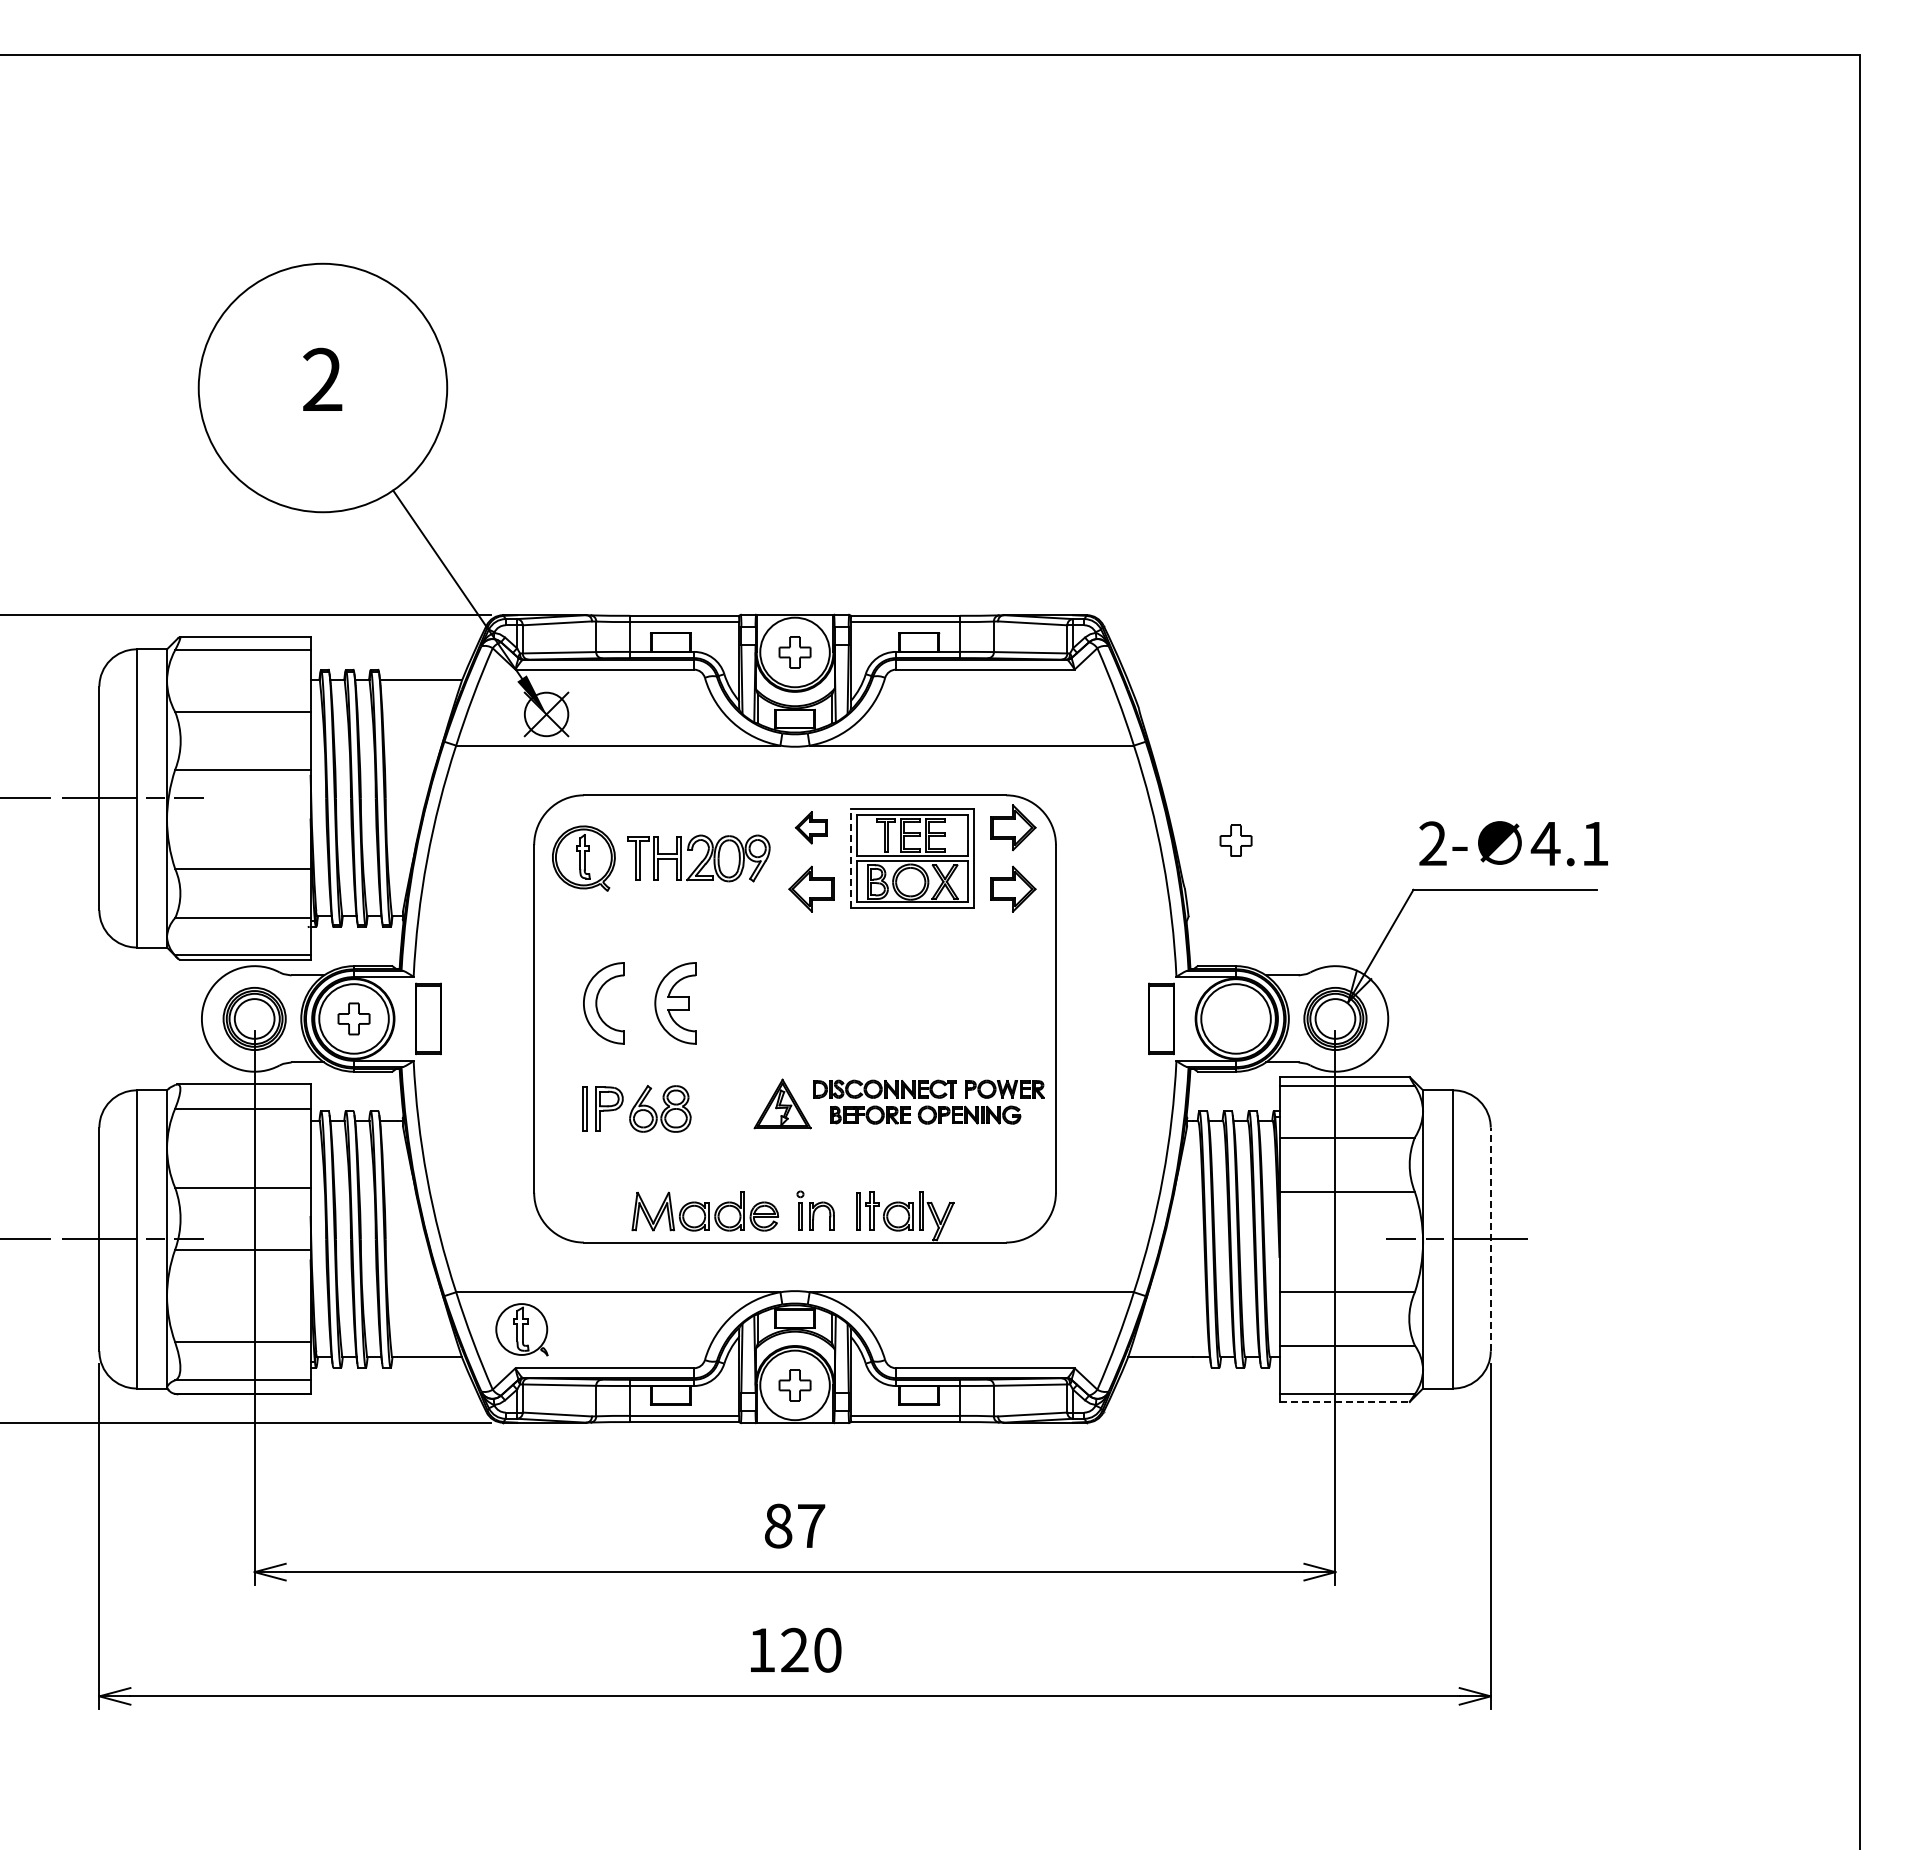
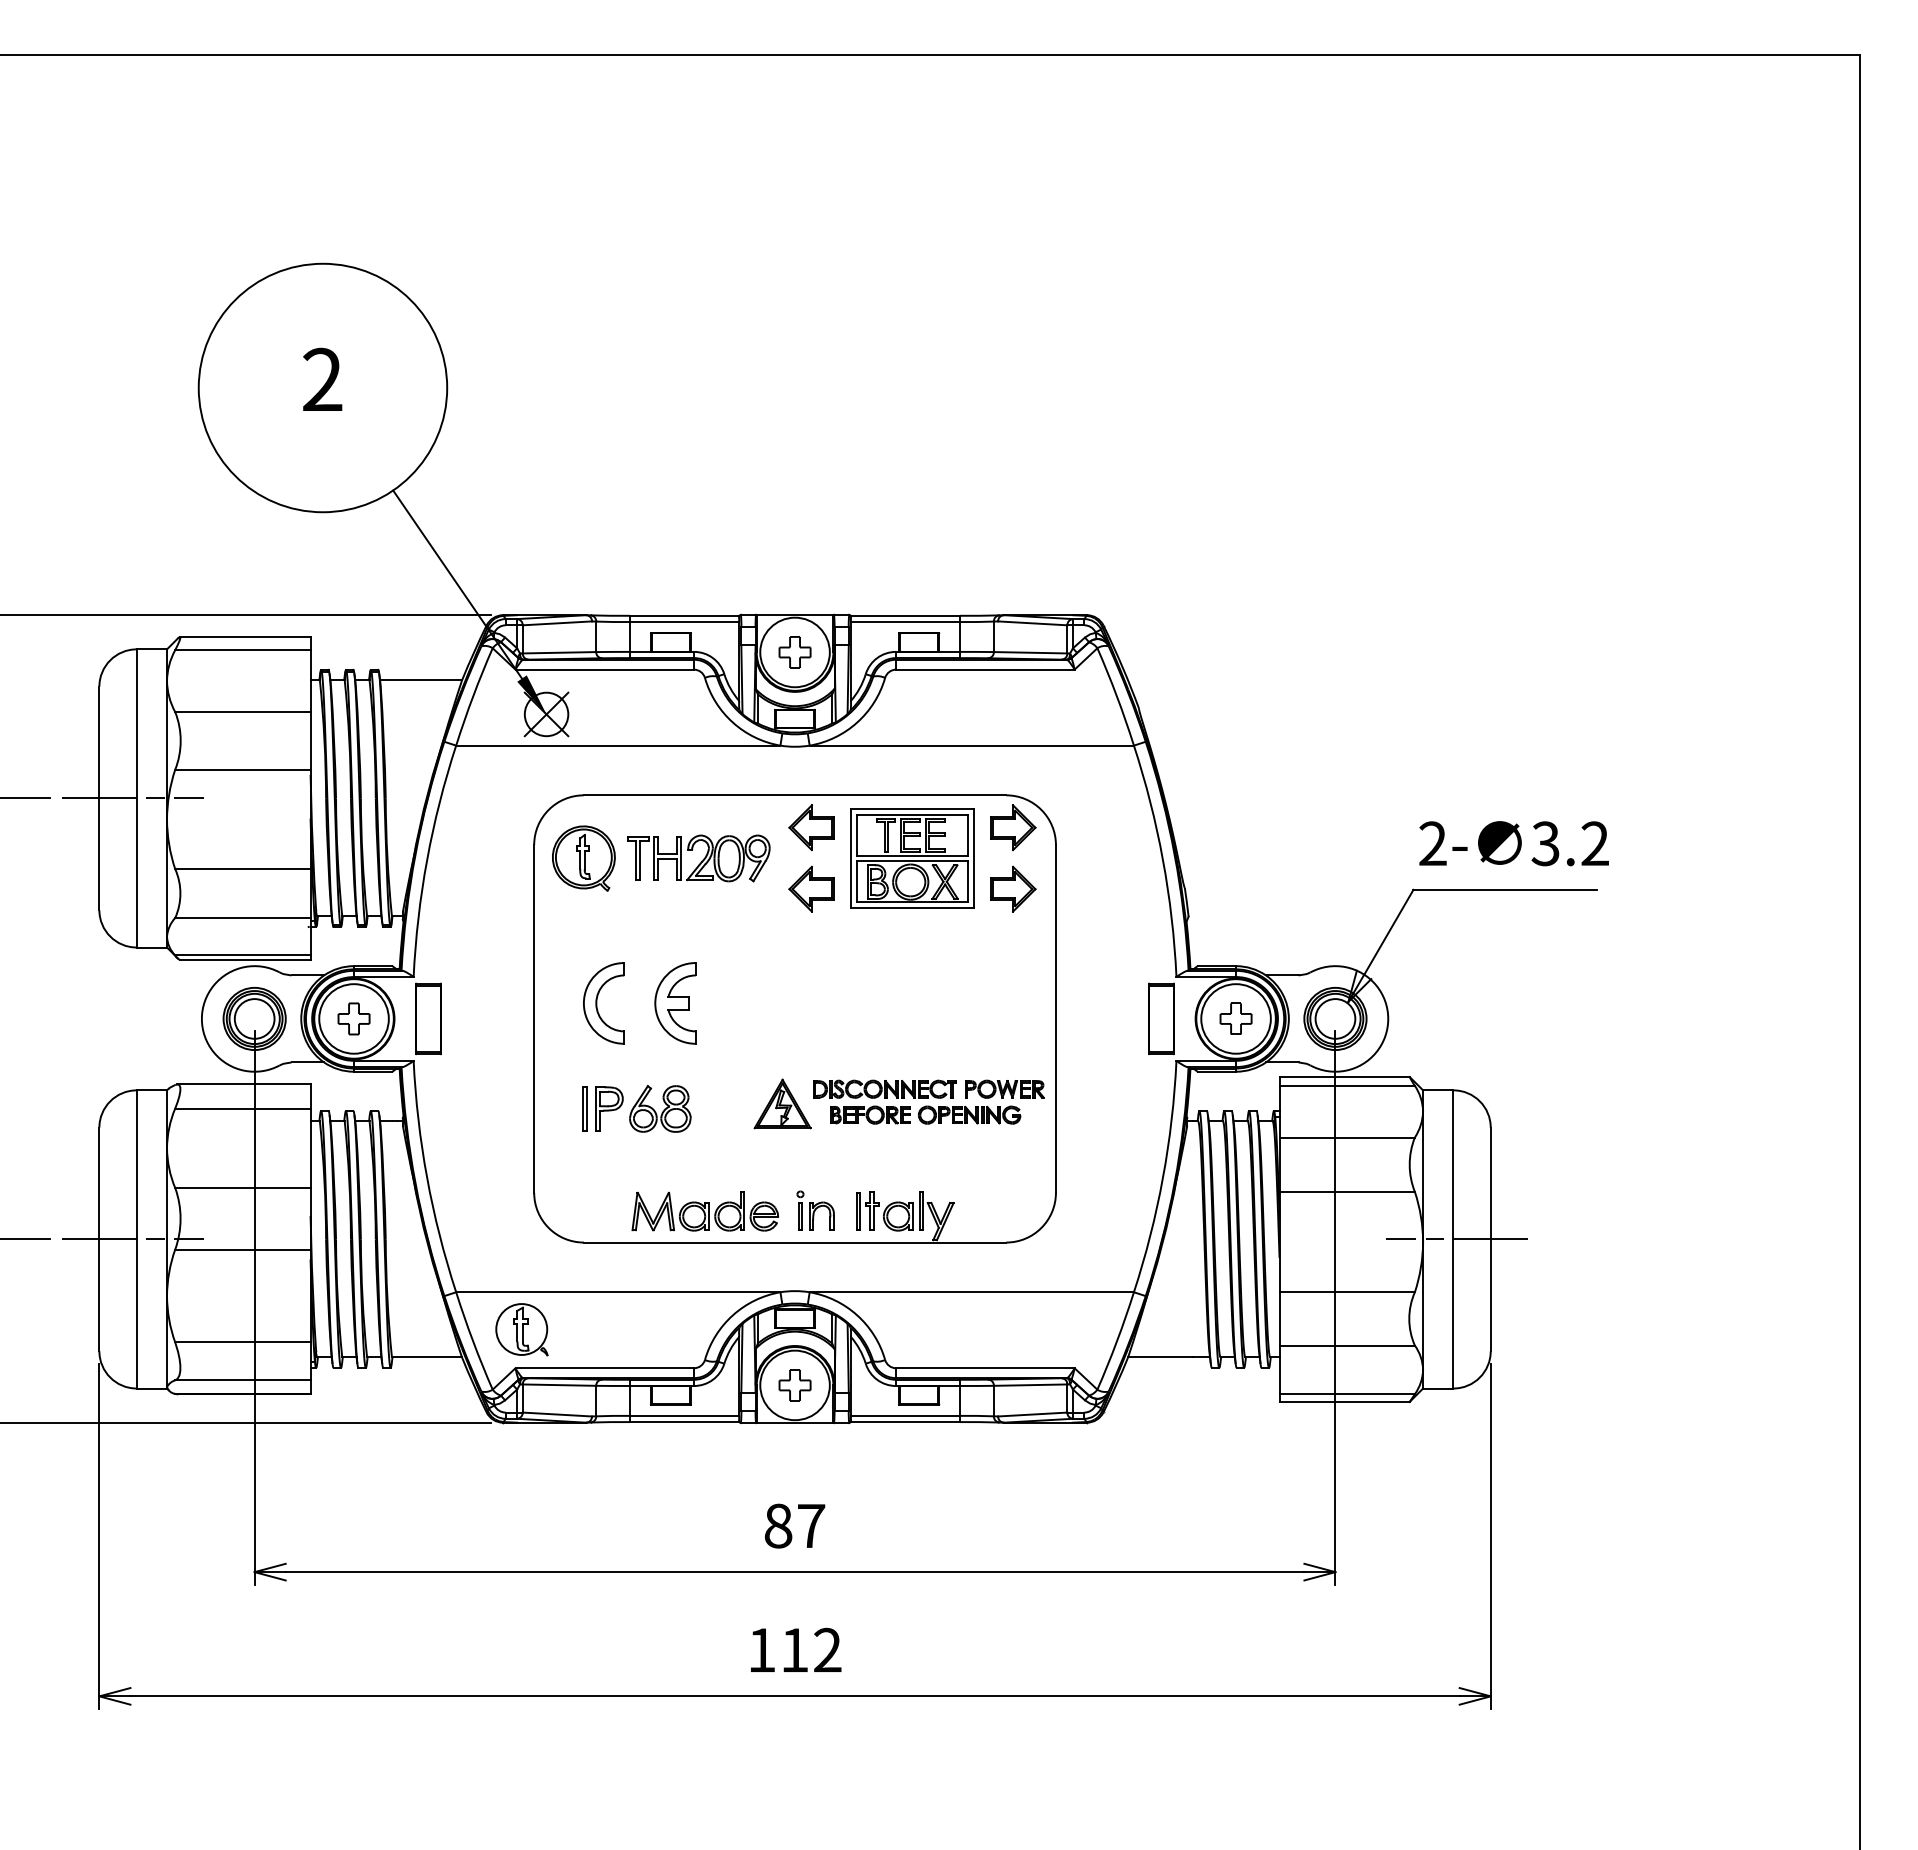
part at (810, 827) size: 34x34 px -> 47x48 px
part at (1235, 840) position: (1235, 840) -> (1235, 1018)
text at (1569, 843): 4.1 -> 3.2
line at (850, 857): dashed -> solid
line at (1490, 1239): dashed -> solid
line at (1345, 1401): dashed -> solid
text at (811, 1649): 120 -> 112
